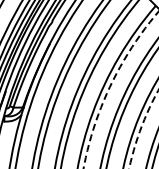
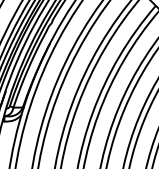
arc at (110, 85): dashed -> solid
arc at (140, 128): dashed -> solid
